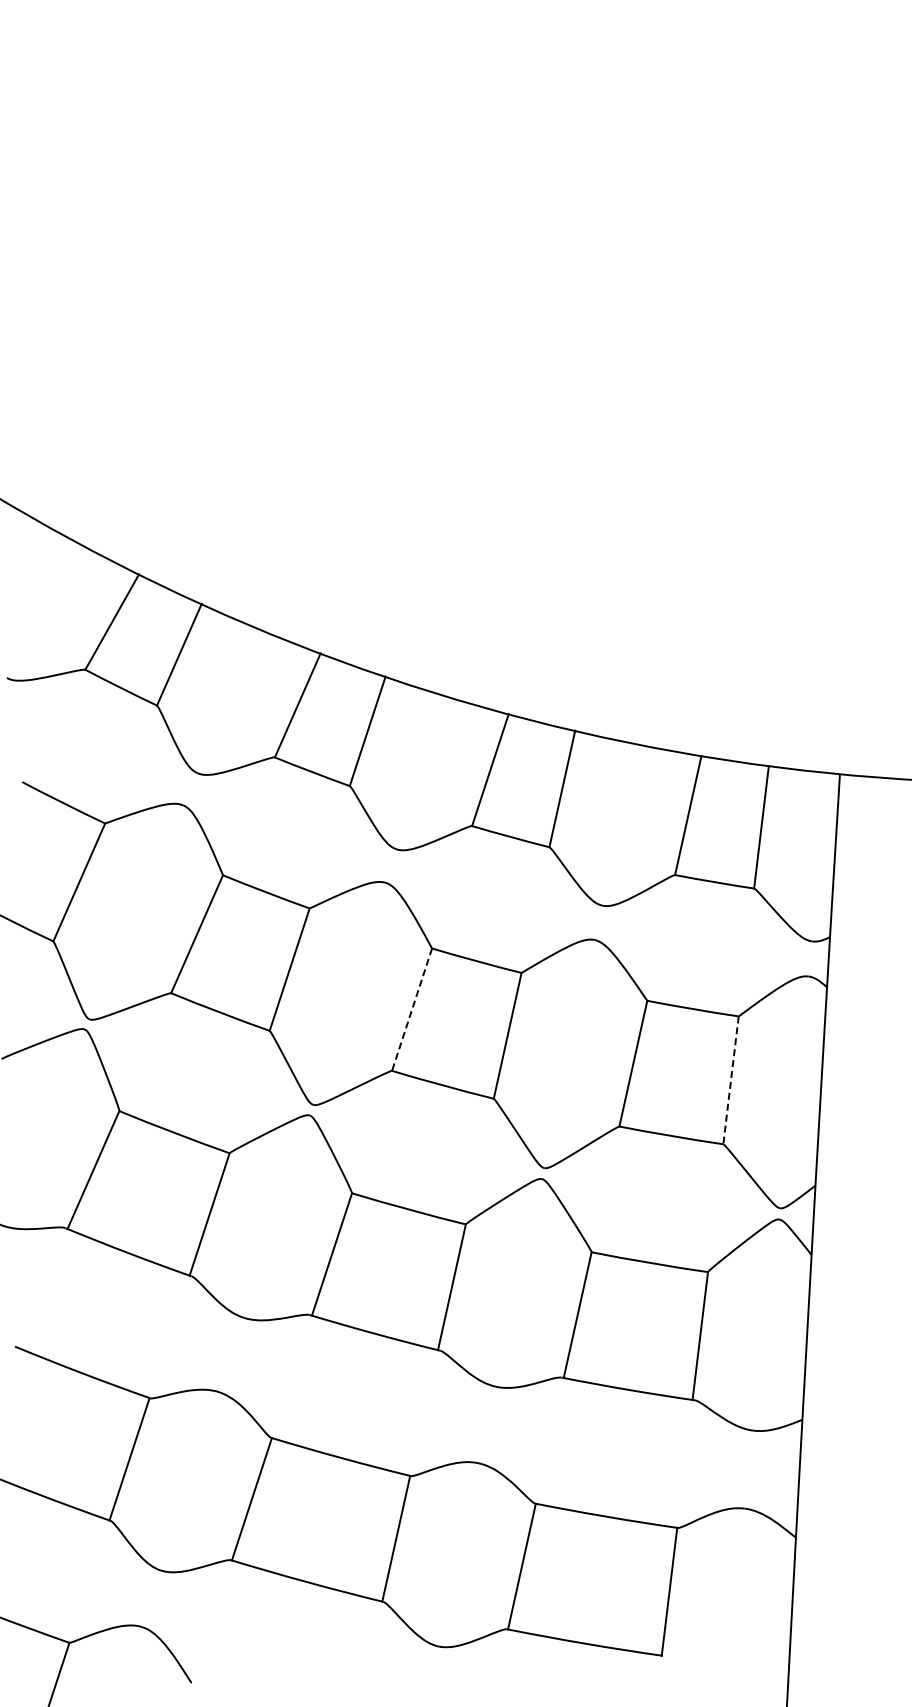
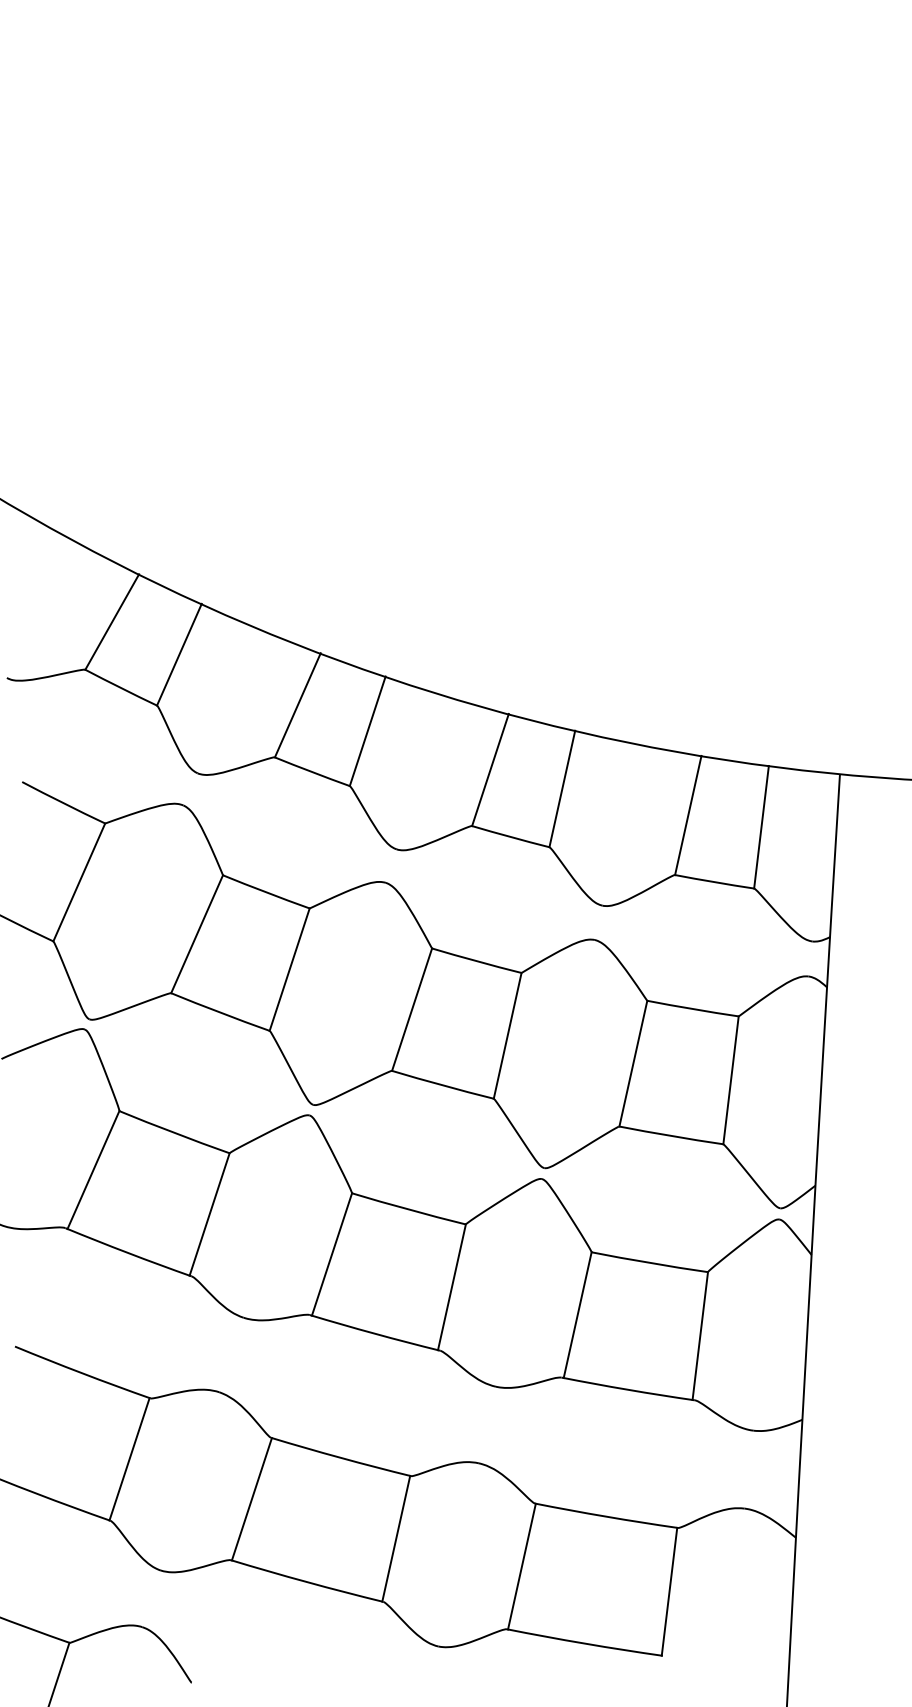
line at (411, 1010): dashed -> solid
line at (730, 1080): dashed -> solid
